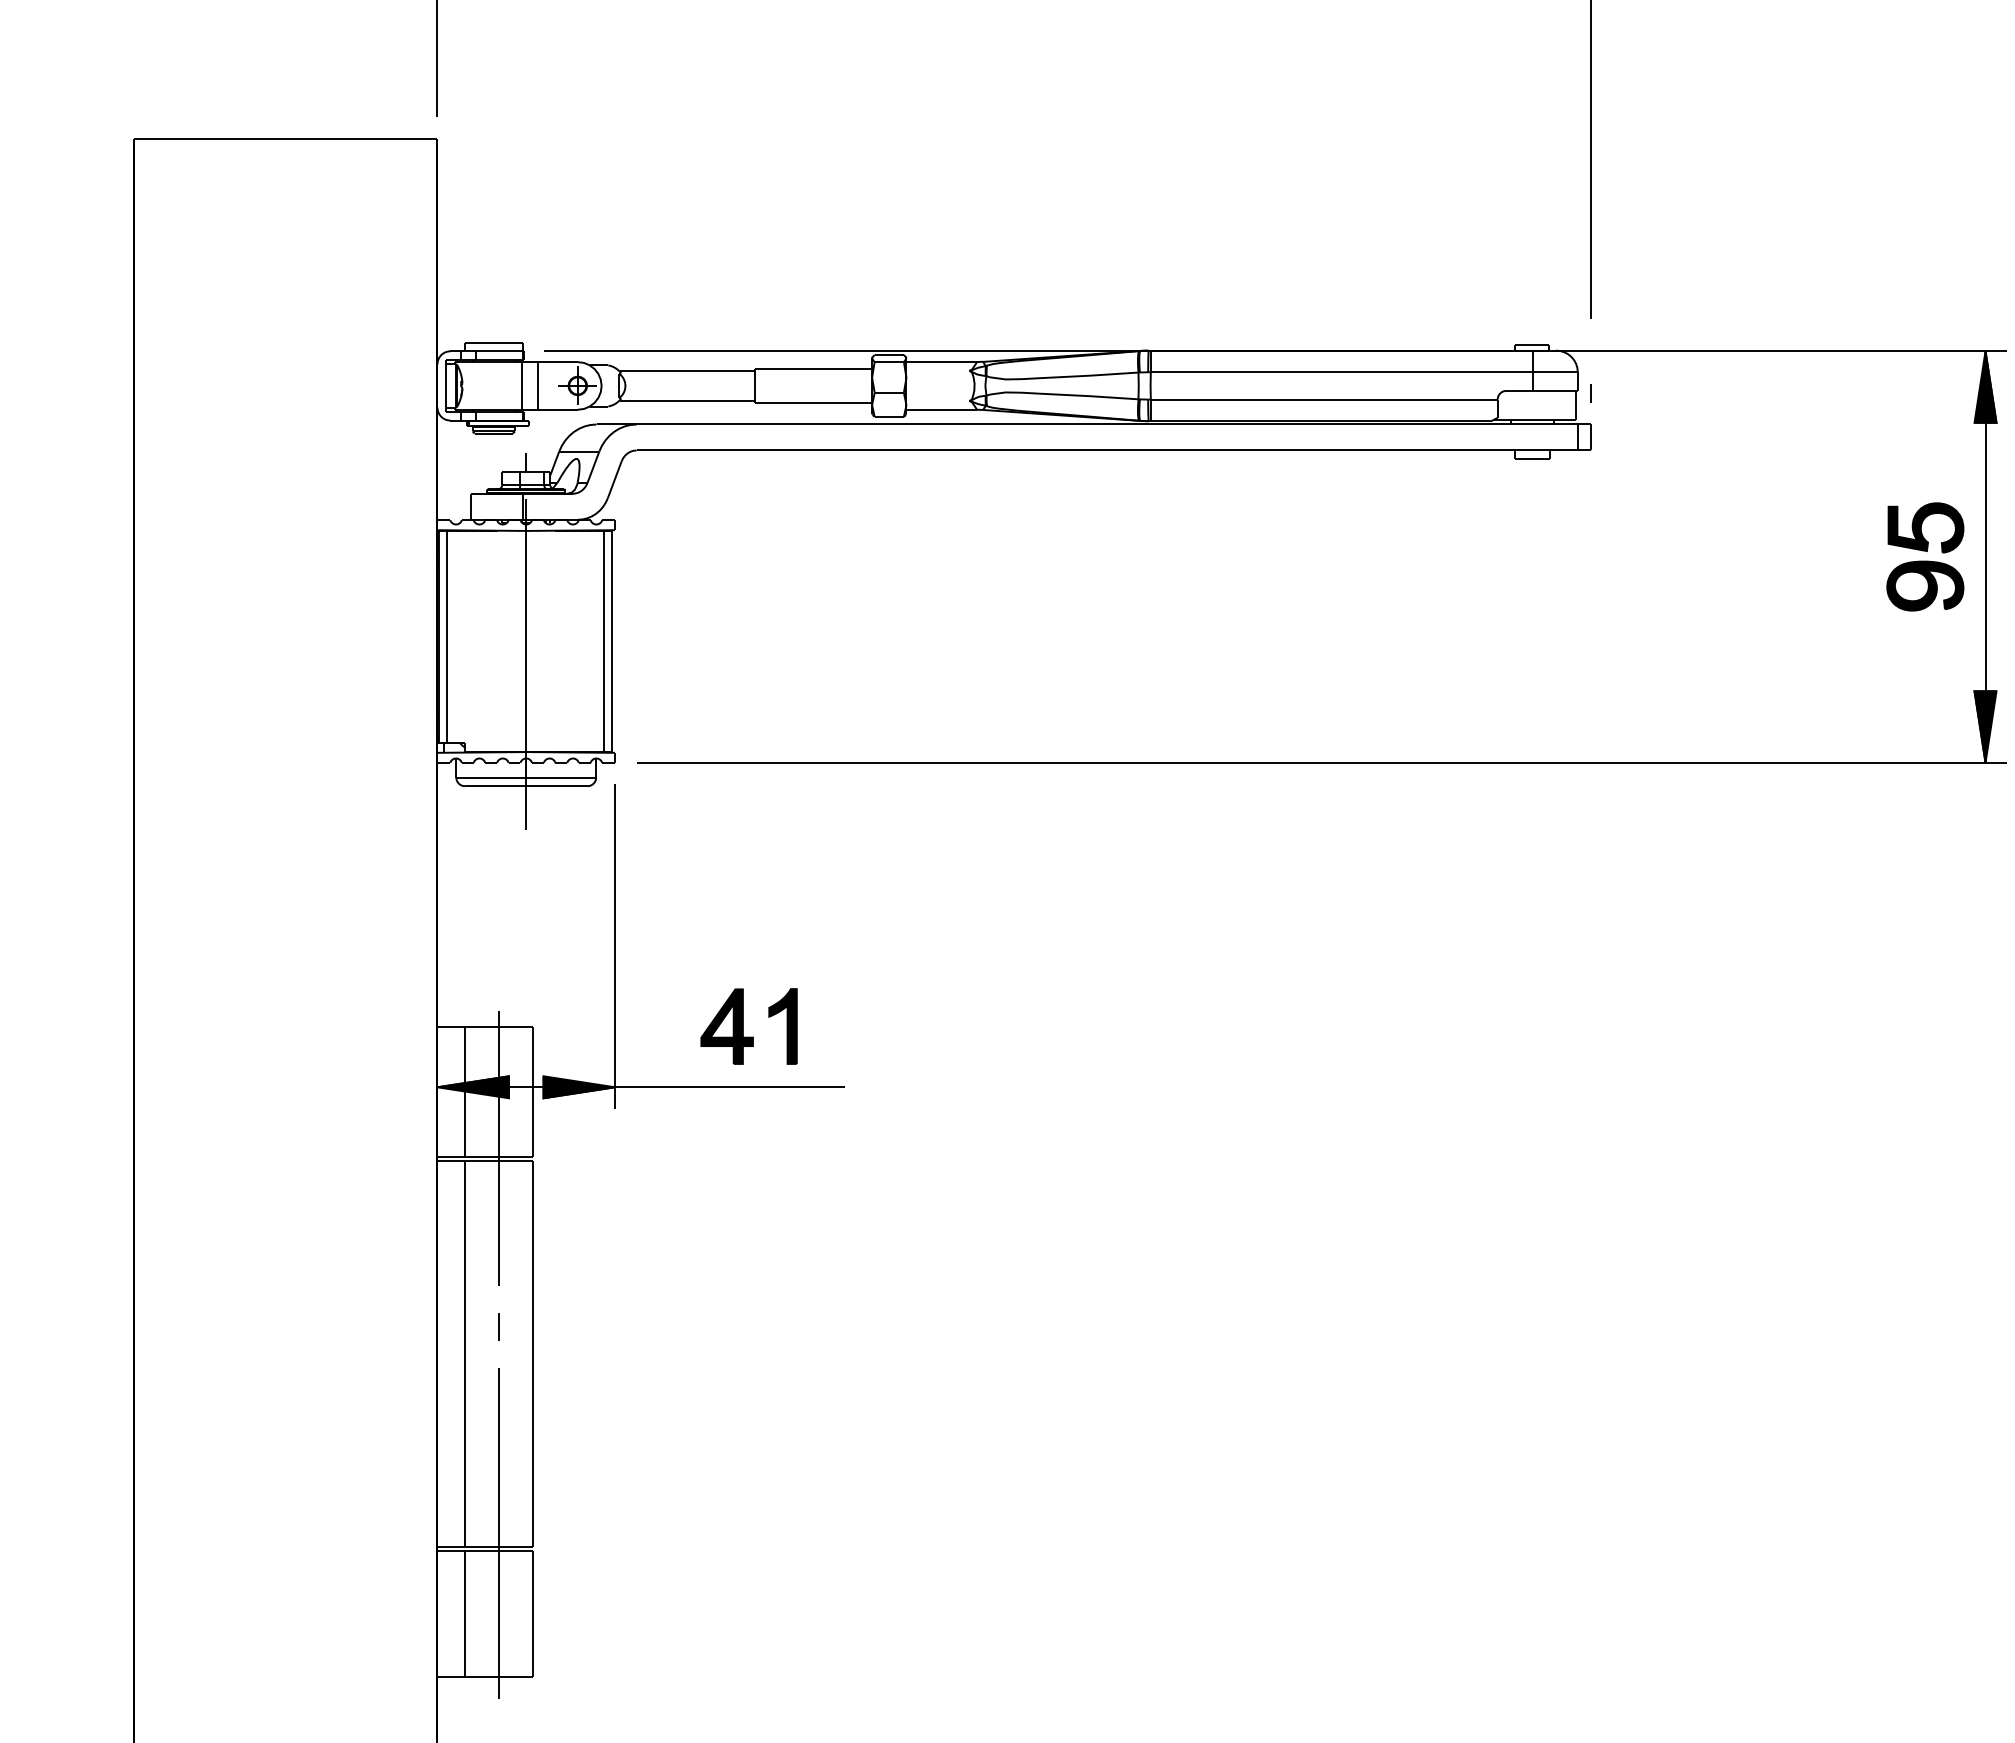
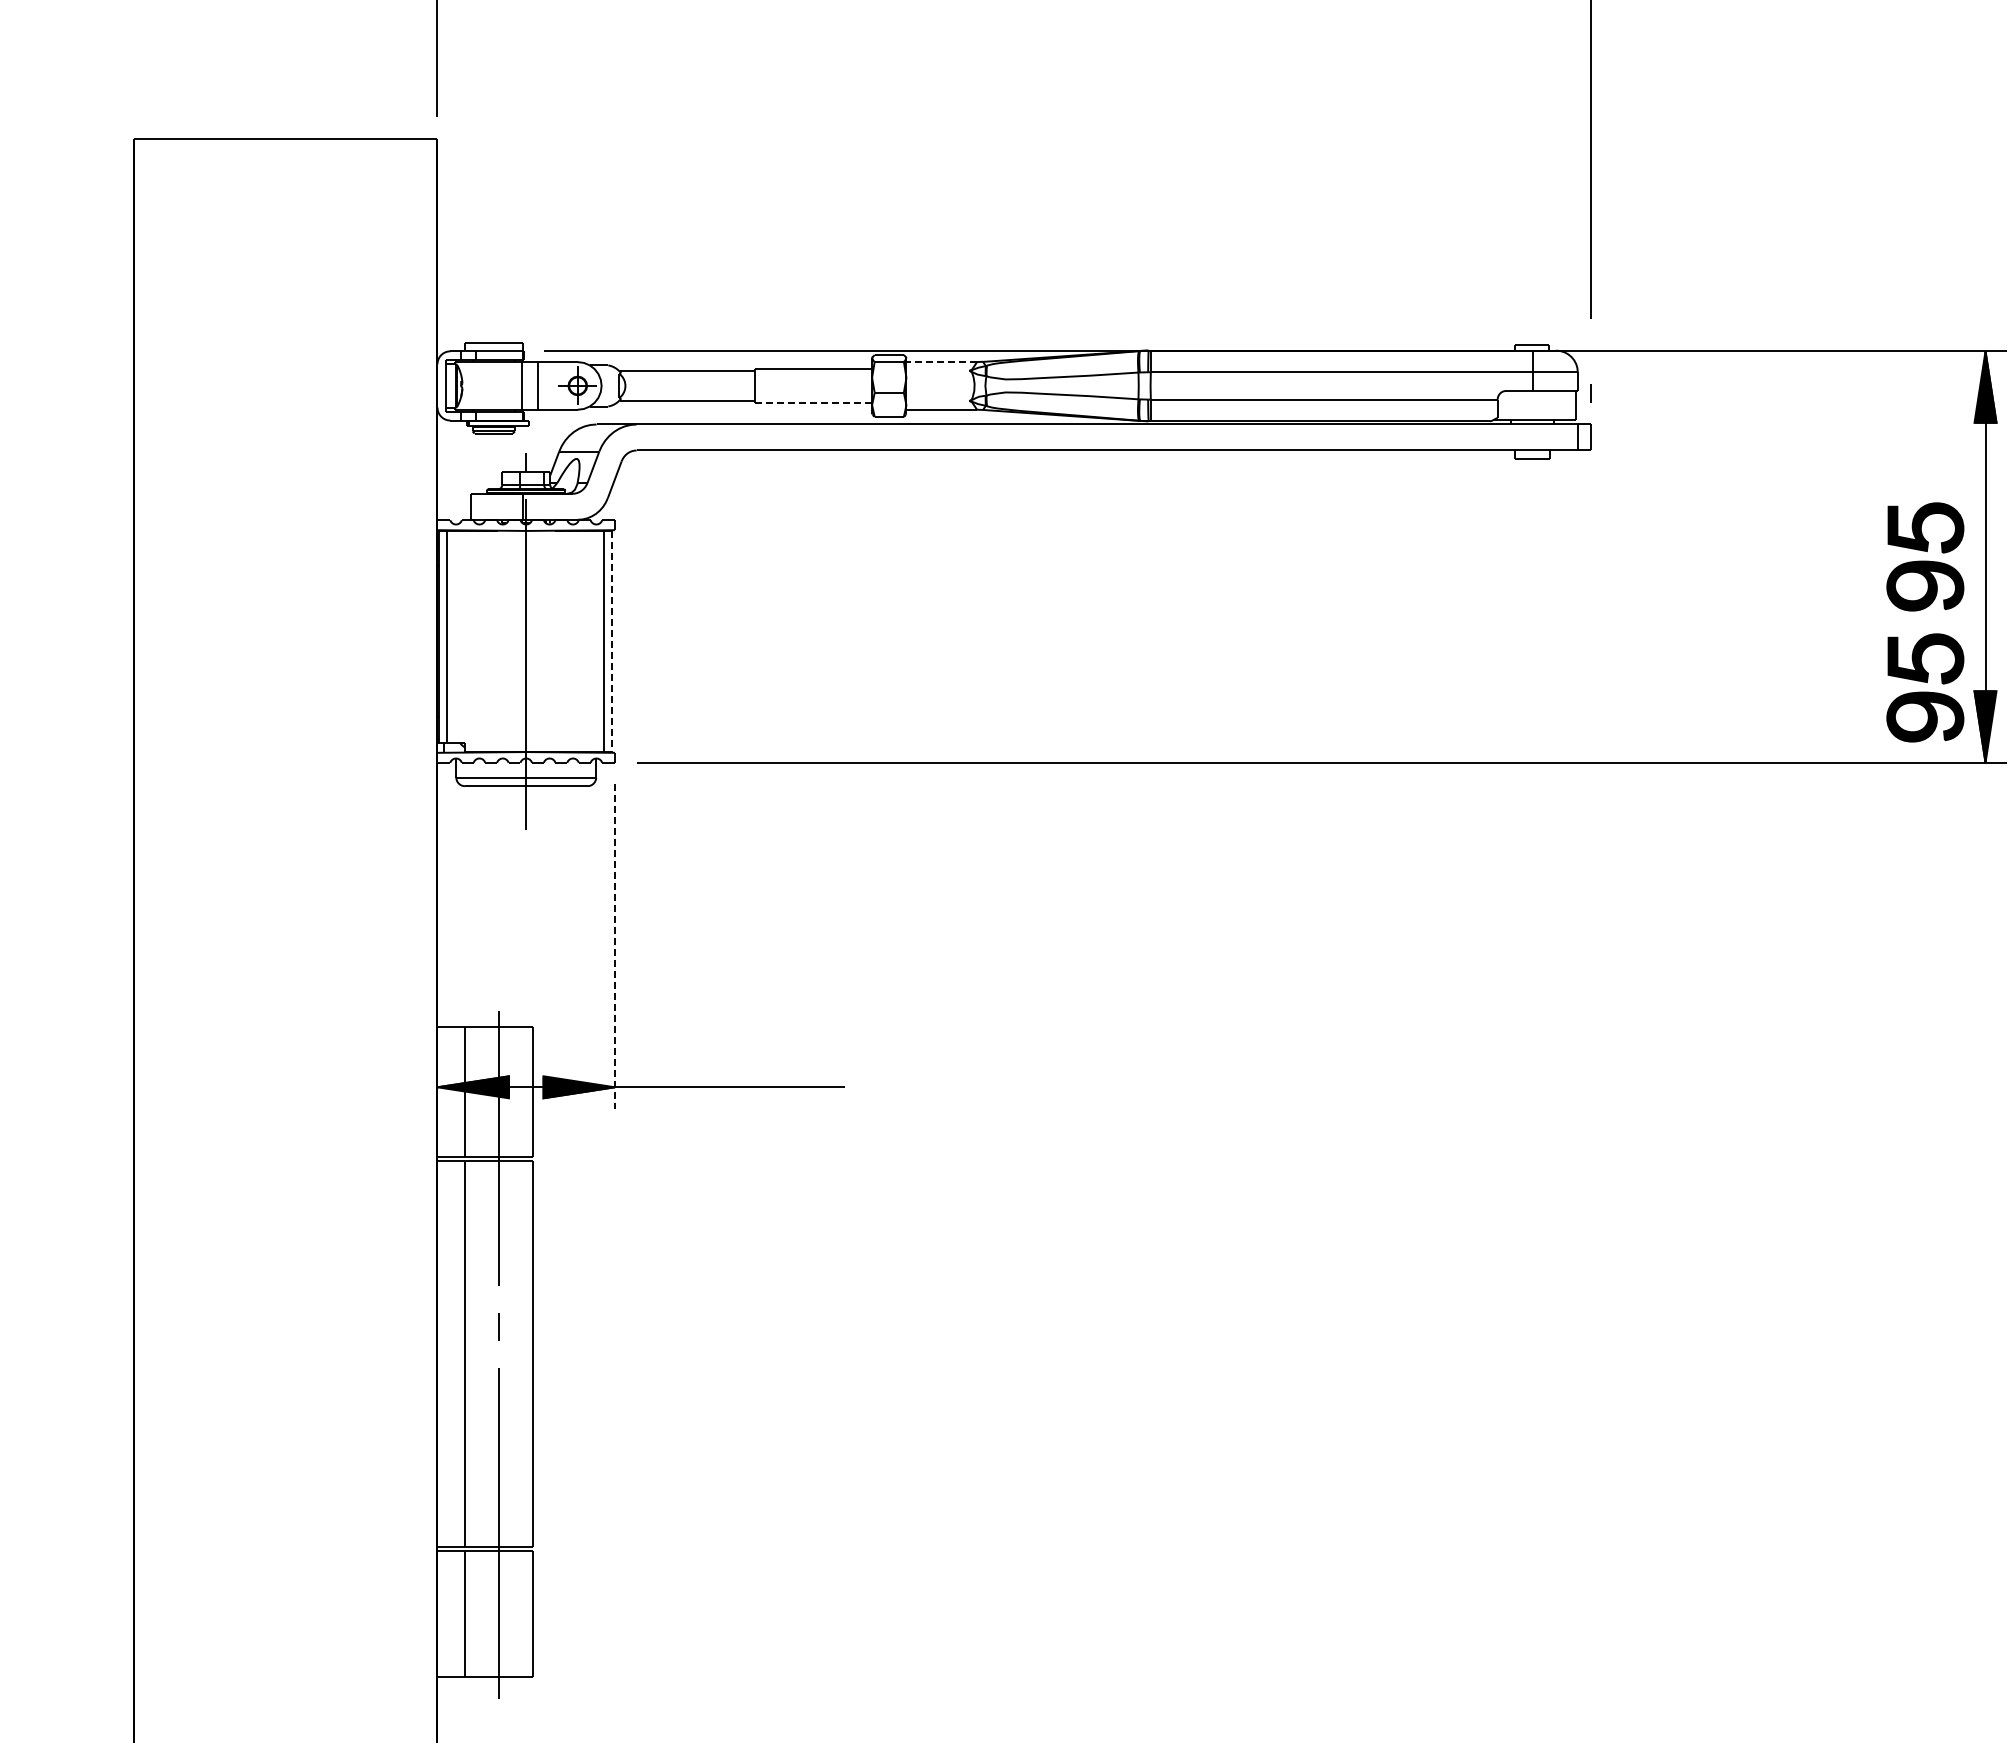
line at (941, 362): solid -> dashed
line at (814, 403): solid -> dashed
line at (612, 641): solid -> dashed
part at (1925, 687): none -> present
line at (615, 947): solid -> dashed
part at (748, 1026): present -> none
